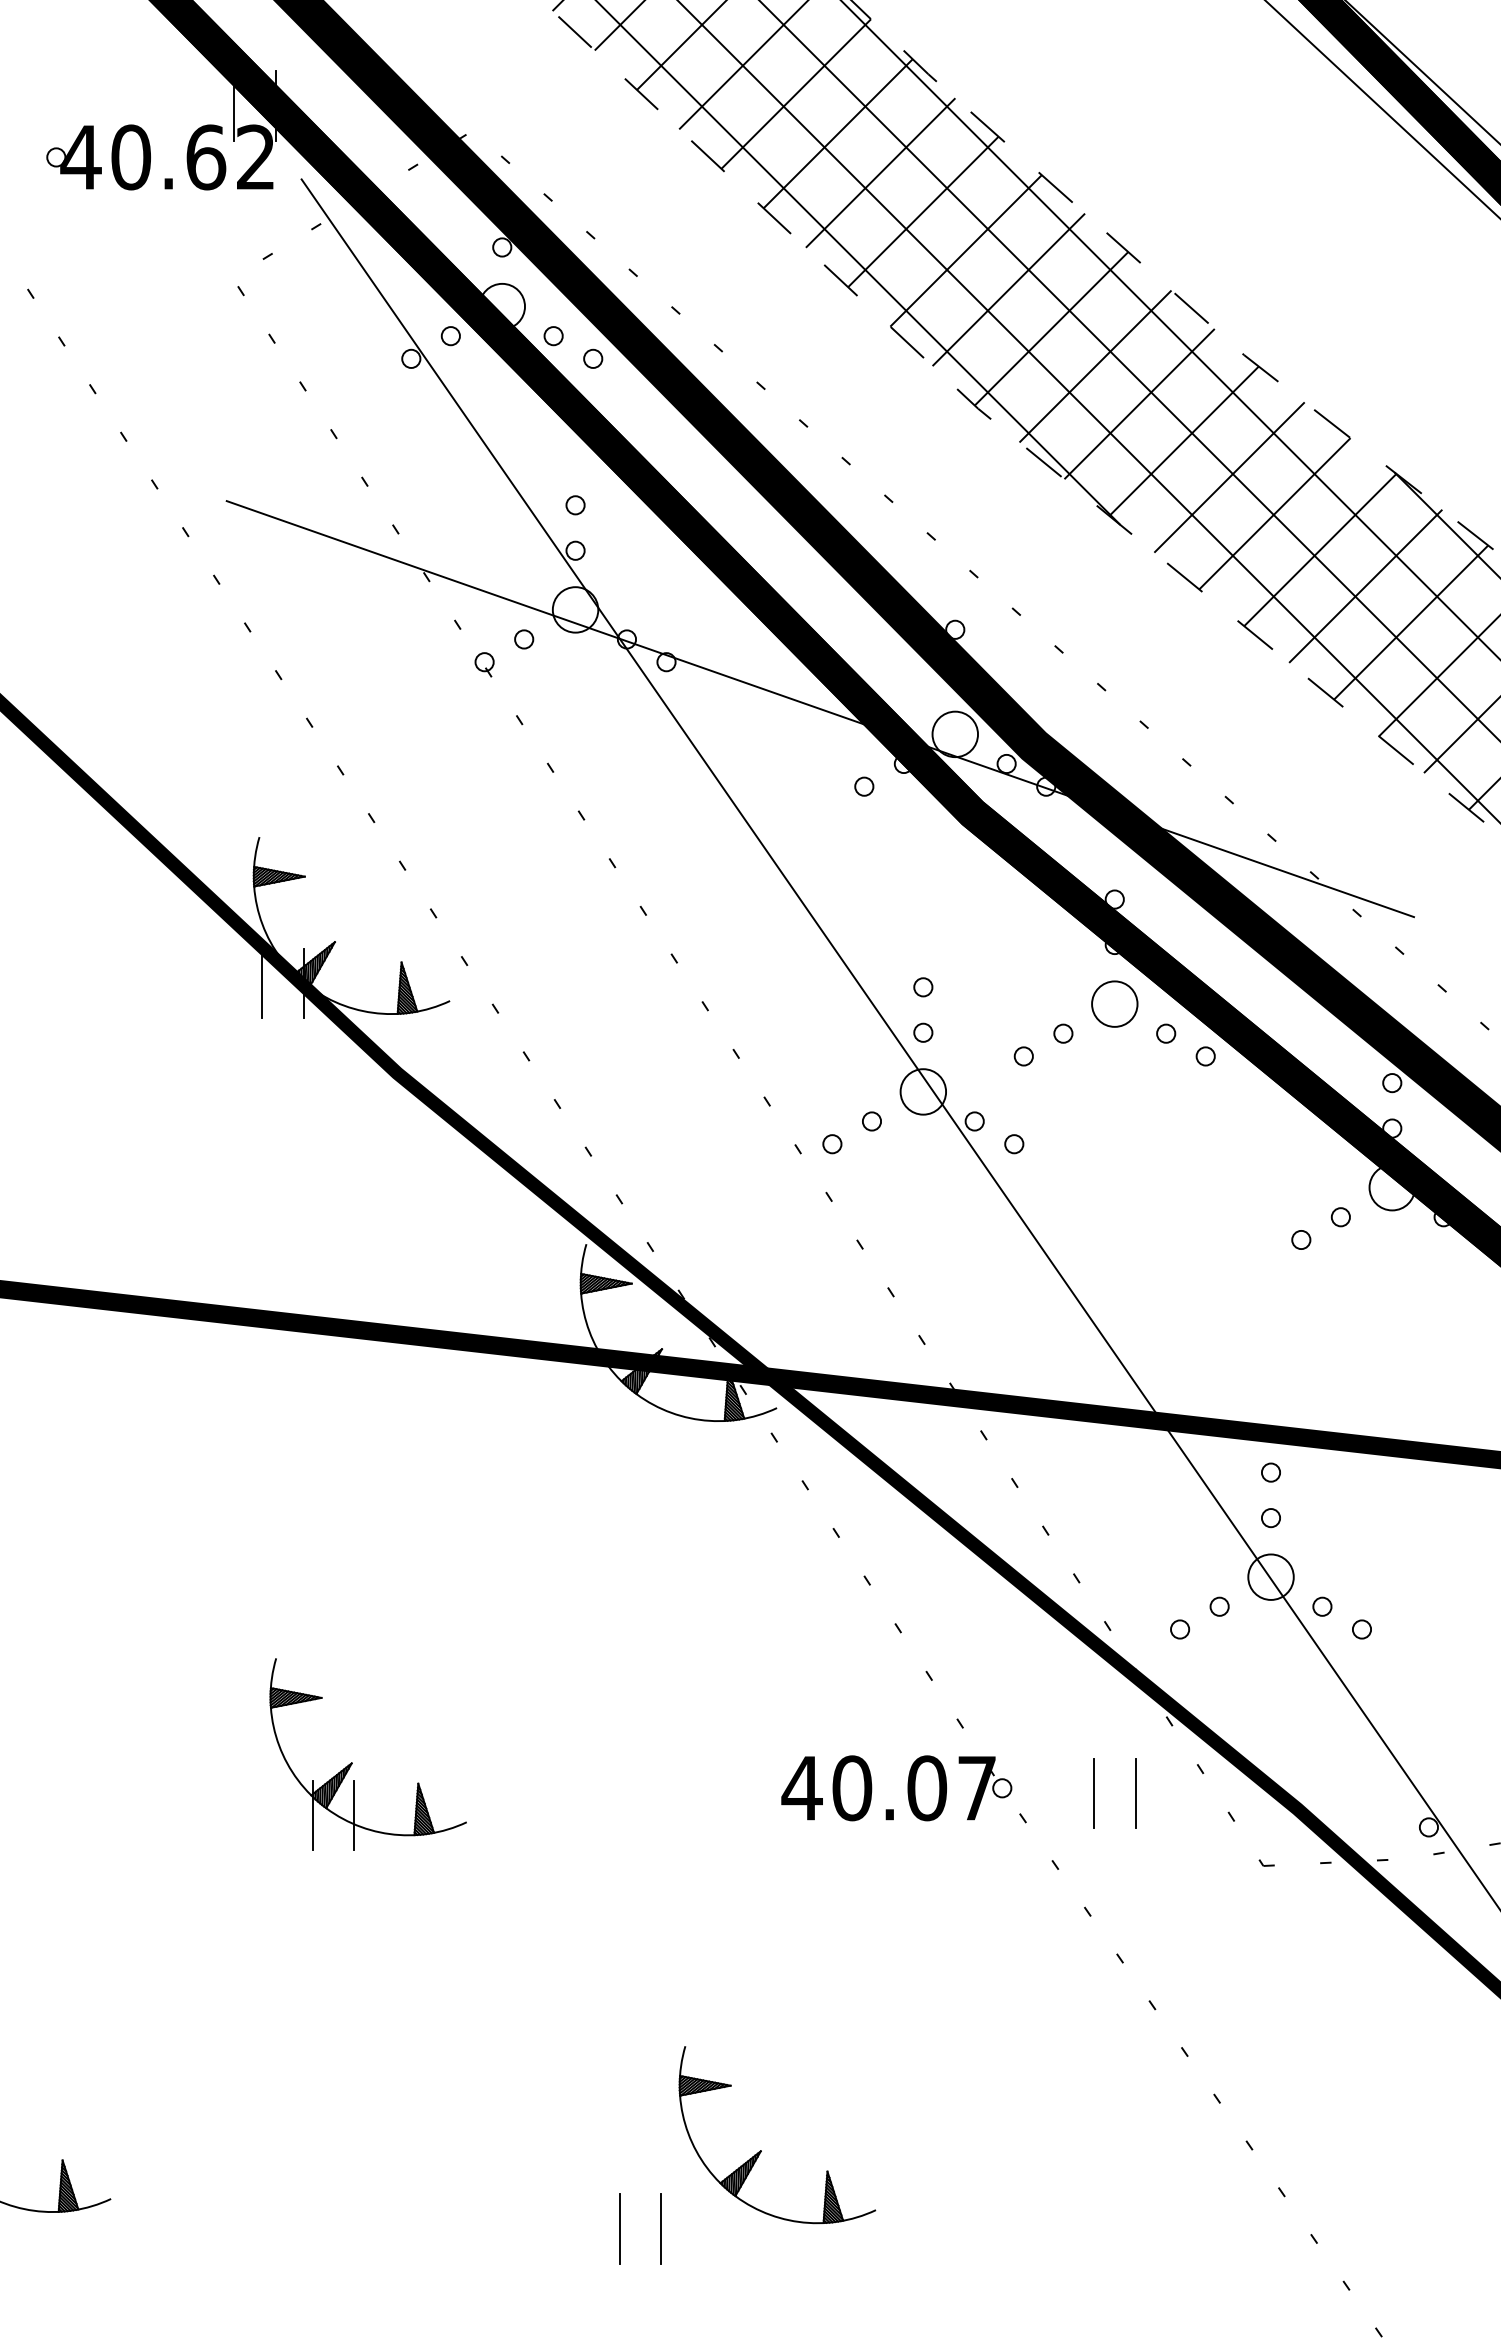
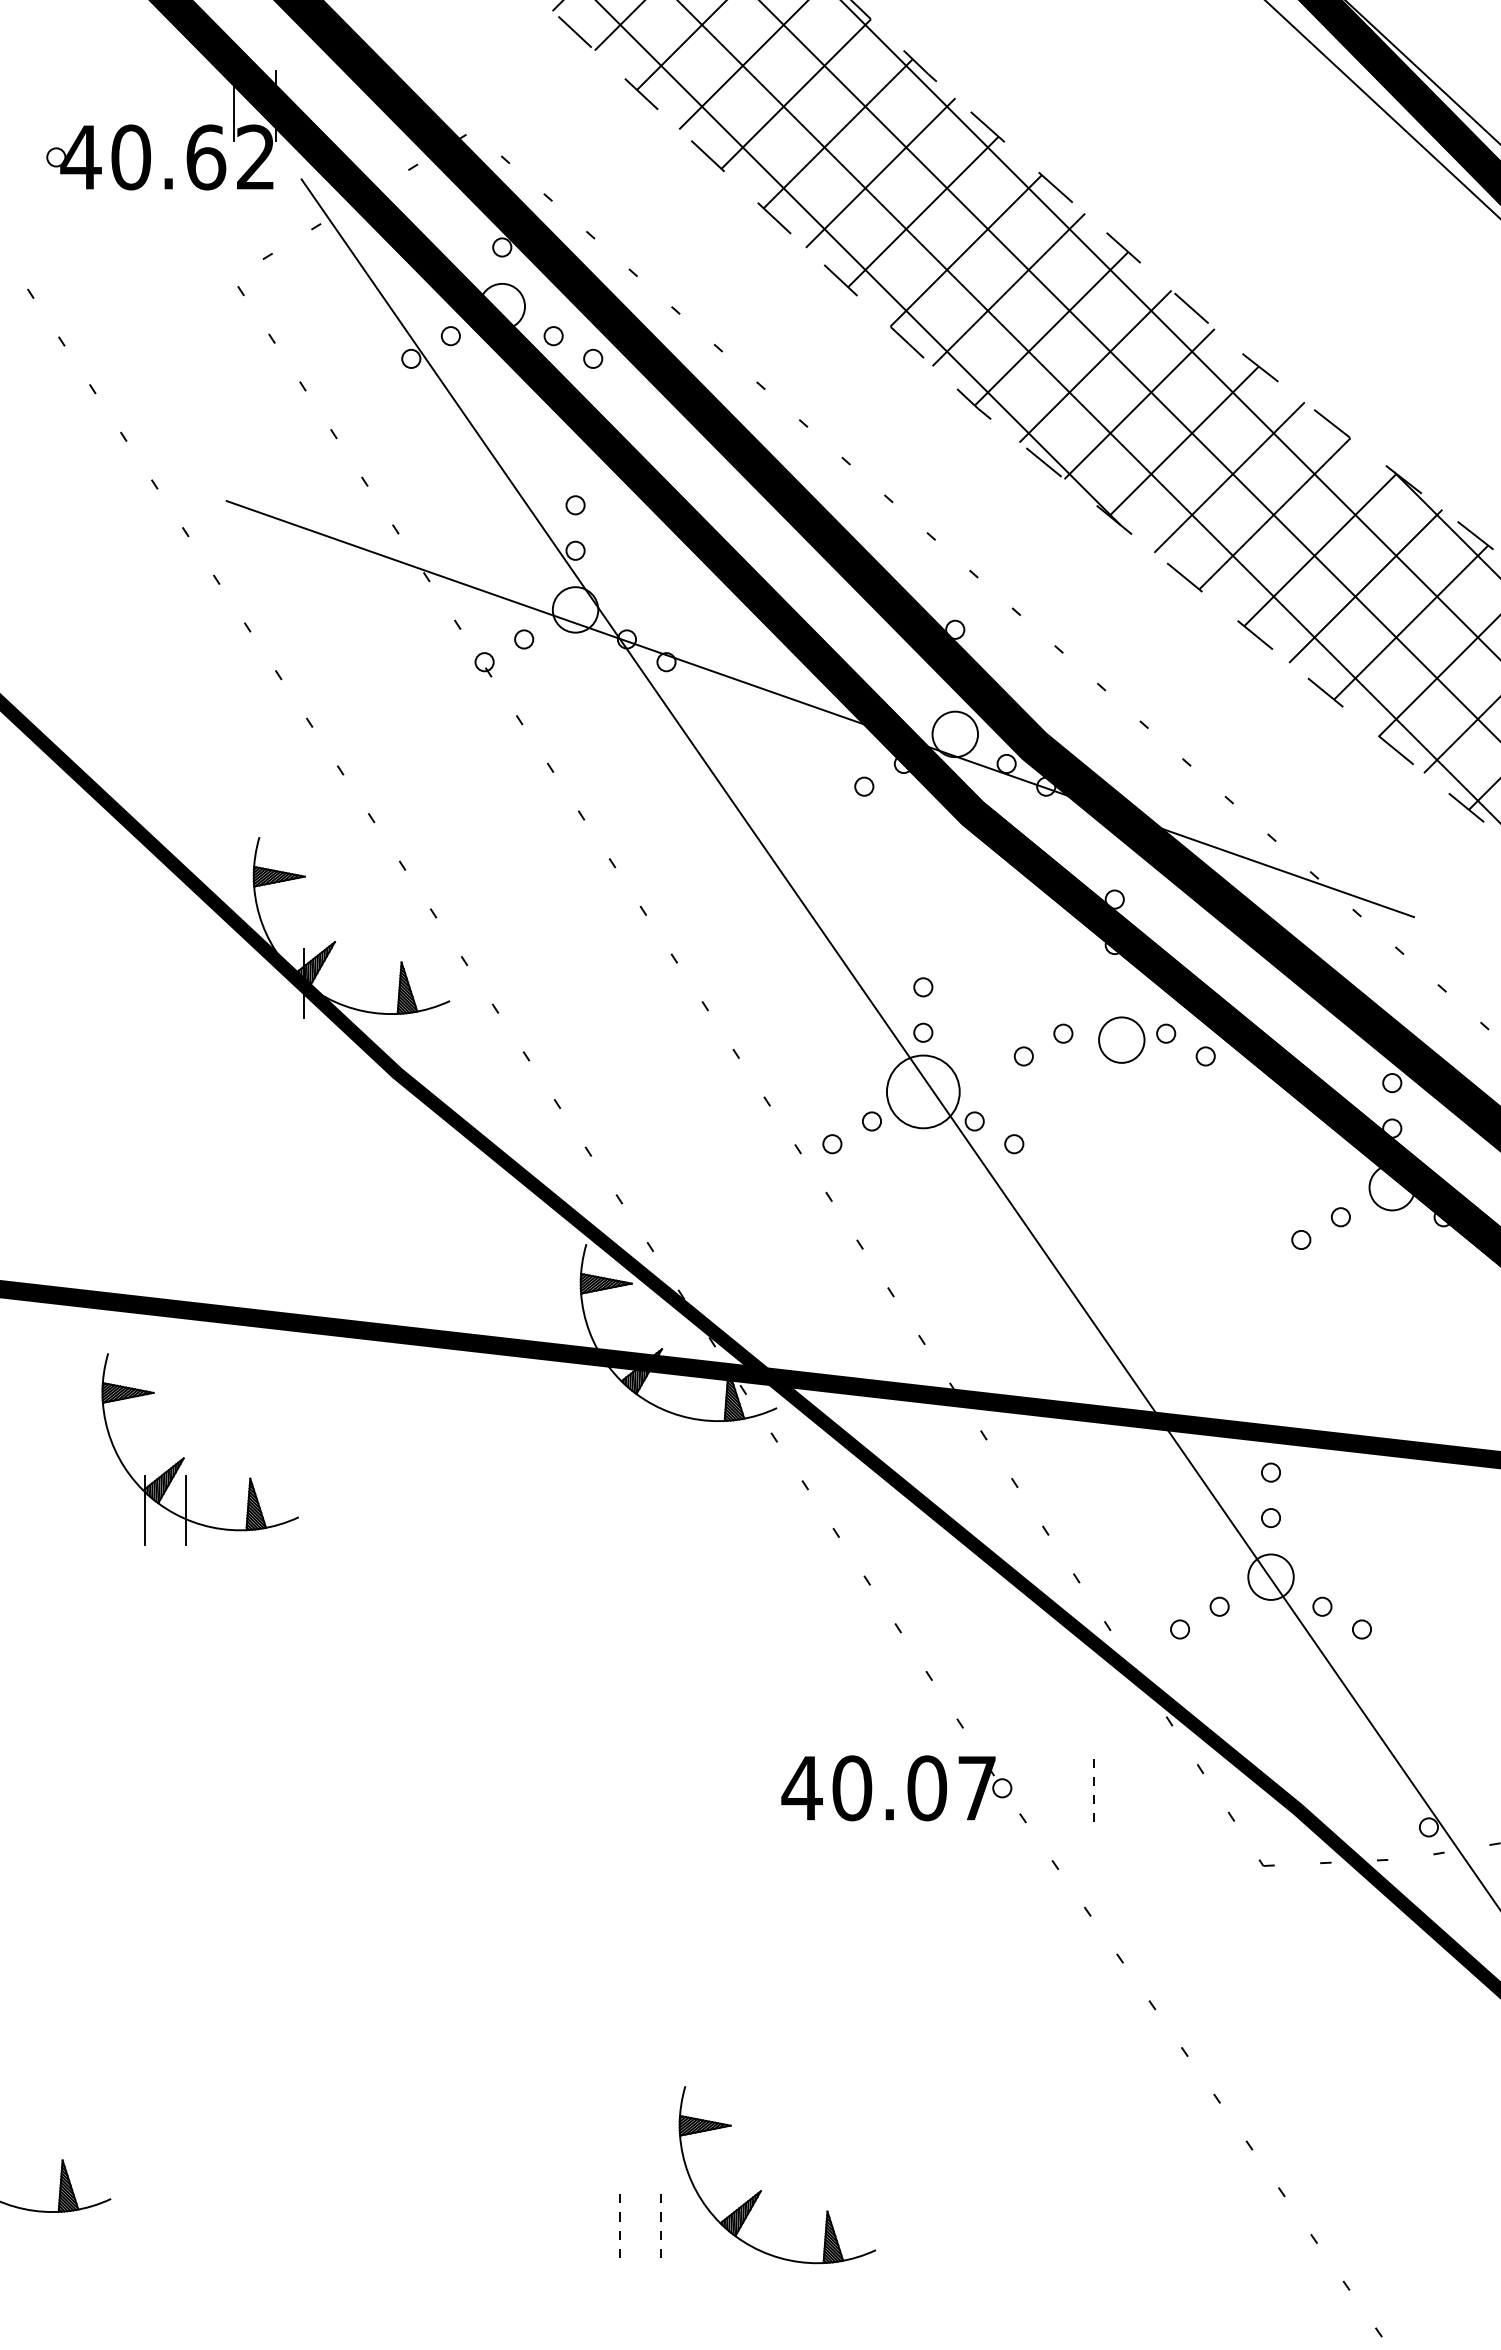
line at (262, 982): present -> none
circle at (1114, 1003) position: (1114, 1003) -> (1121, 1039)
circle at (923, 1091) diameter: 45 px -> 73 px
part at (352, 1762) position: (352, 1762) -> (184, 1457)
line at (1135, 1792): present -> none
line at (1094, 1793): solid -> dashed
part at (761, 2150) position: (761, 2150) -> (761, 2190)
line at (619, 2228): solid -> dashed
line at (661, 2228): solid -> dashed
